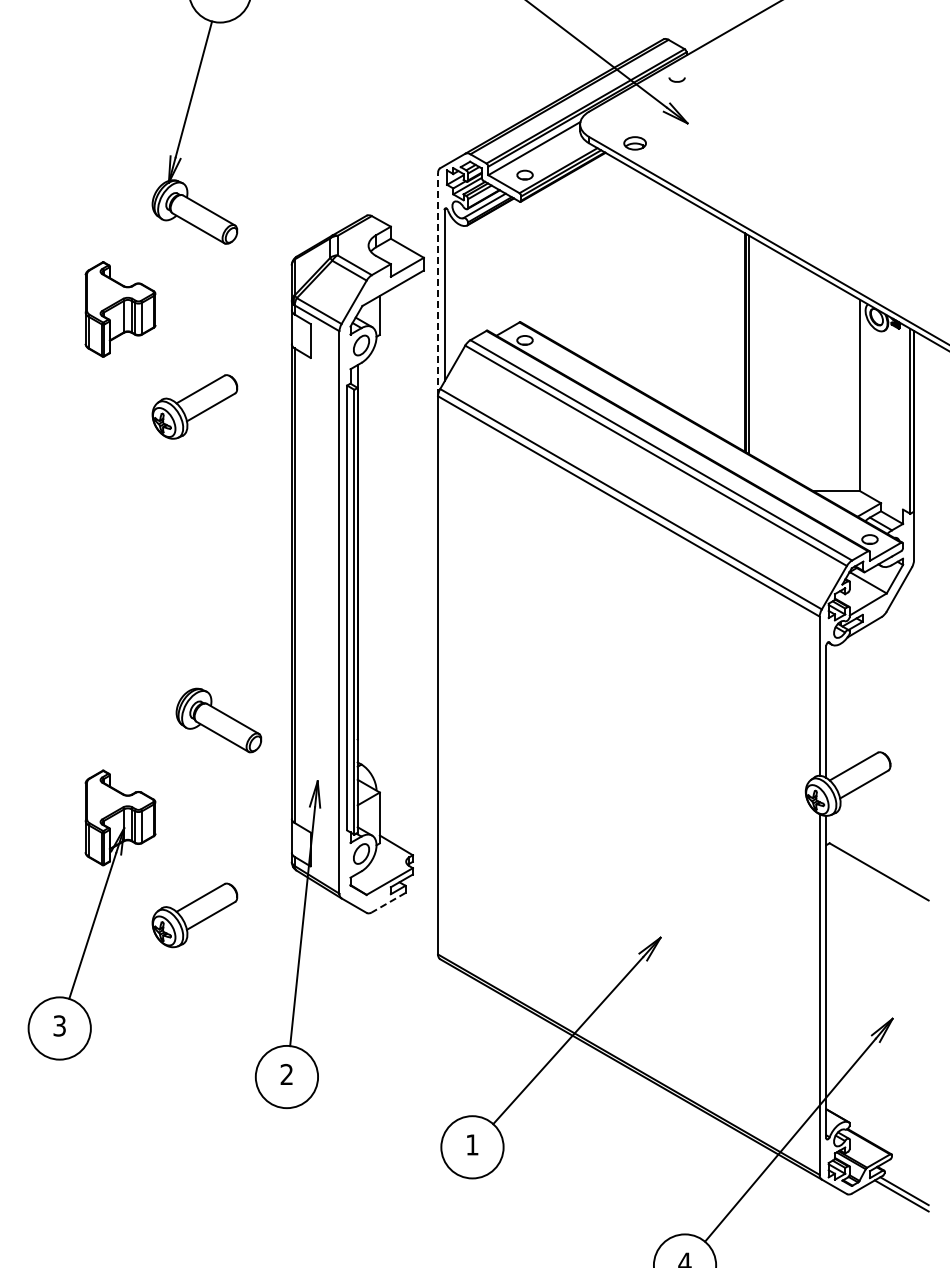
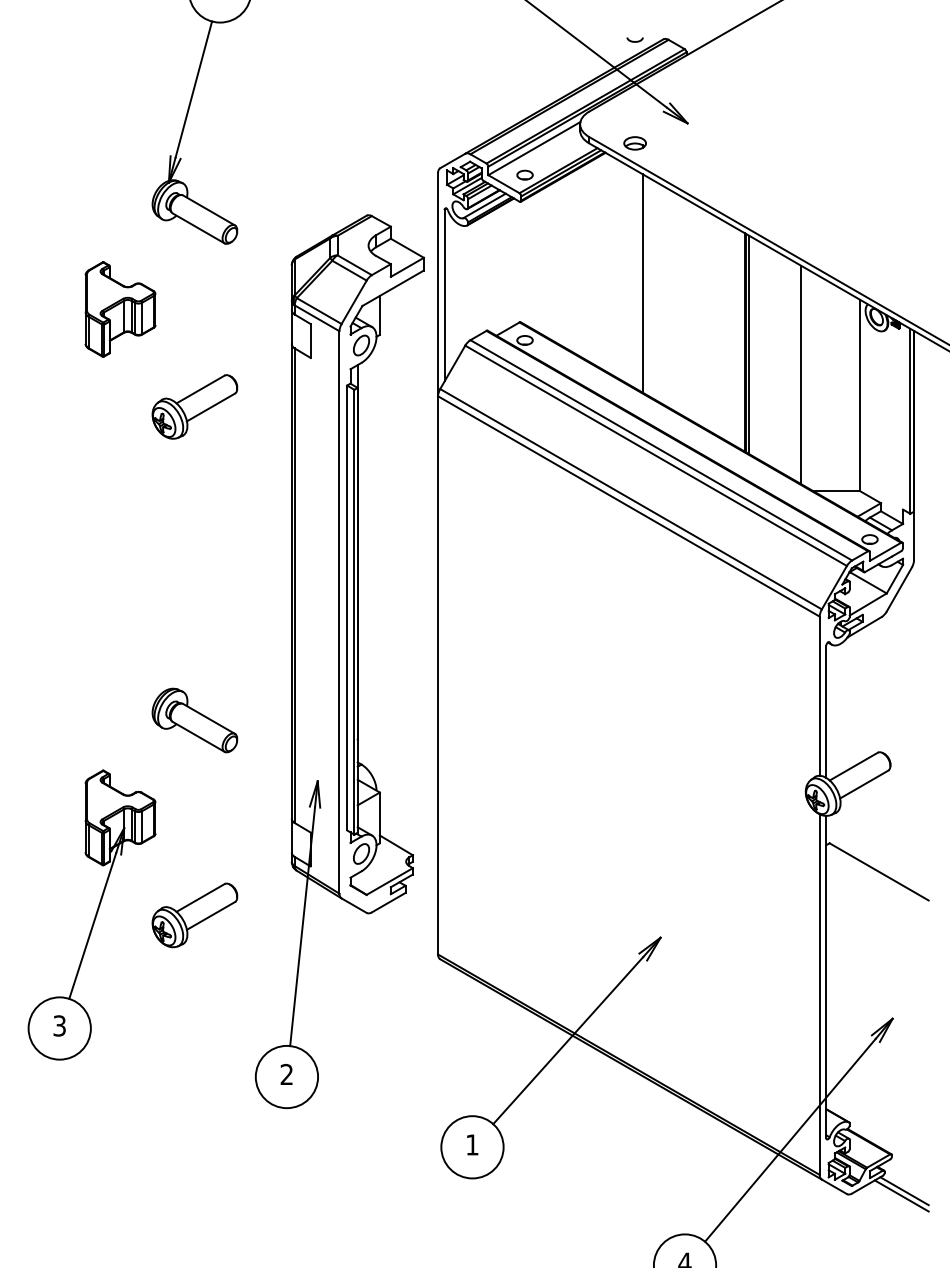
curve at (676, 81) position: (676, 81) -> (634, 41)
line at (642, 283): none -> present
line at (438, 284): dashed -> solid
line at (800, 374): none -> present
part at (218, 720) position: (218, 720) -> (194, 720)
line at (388, 902): dashed -> solid
